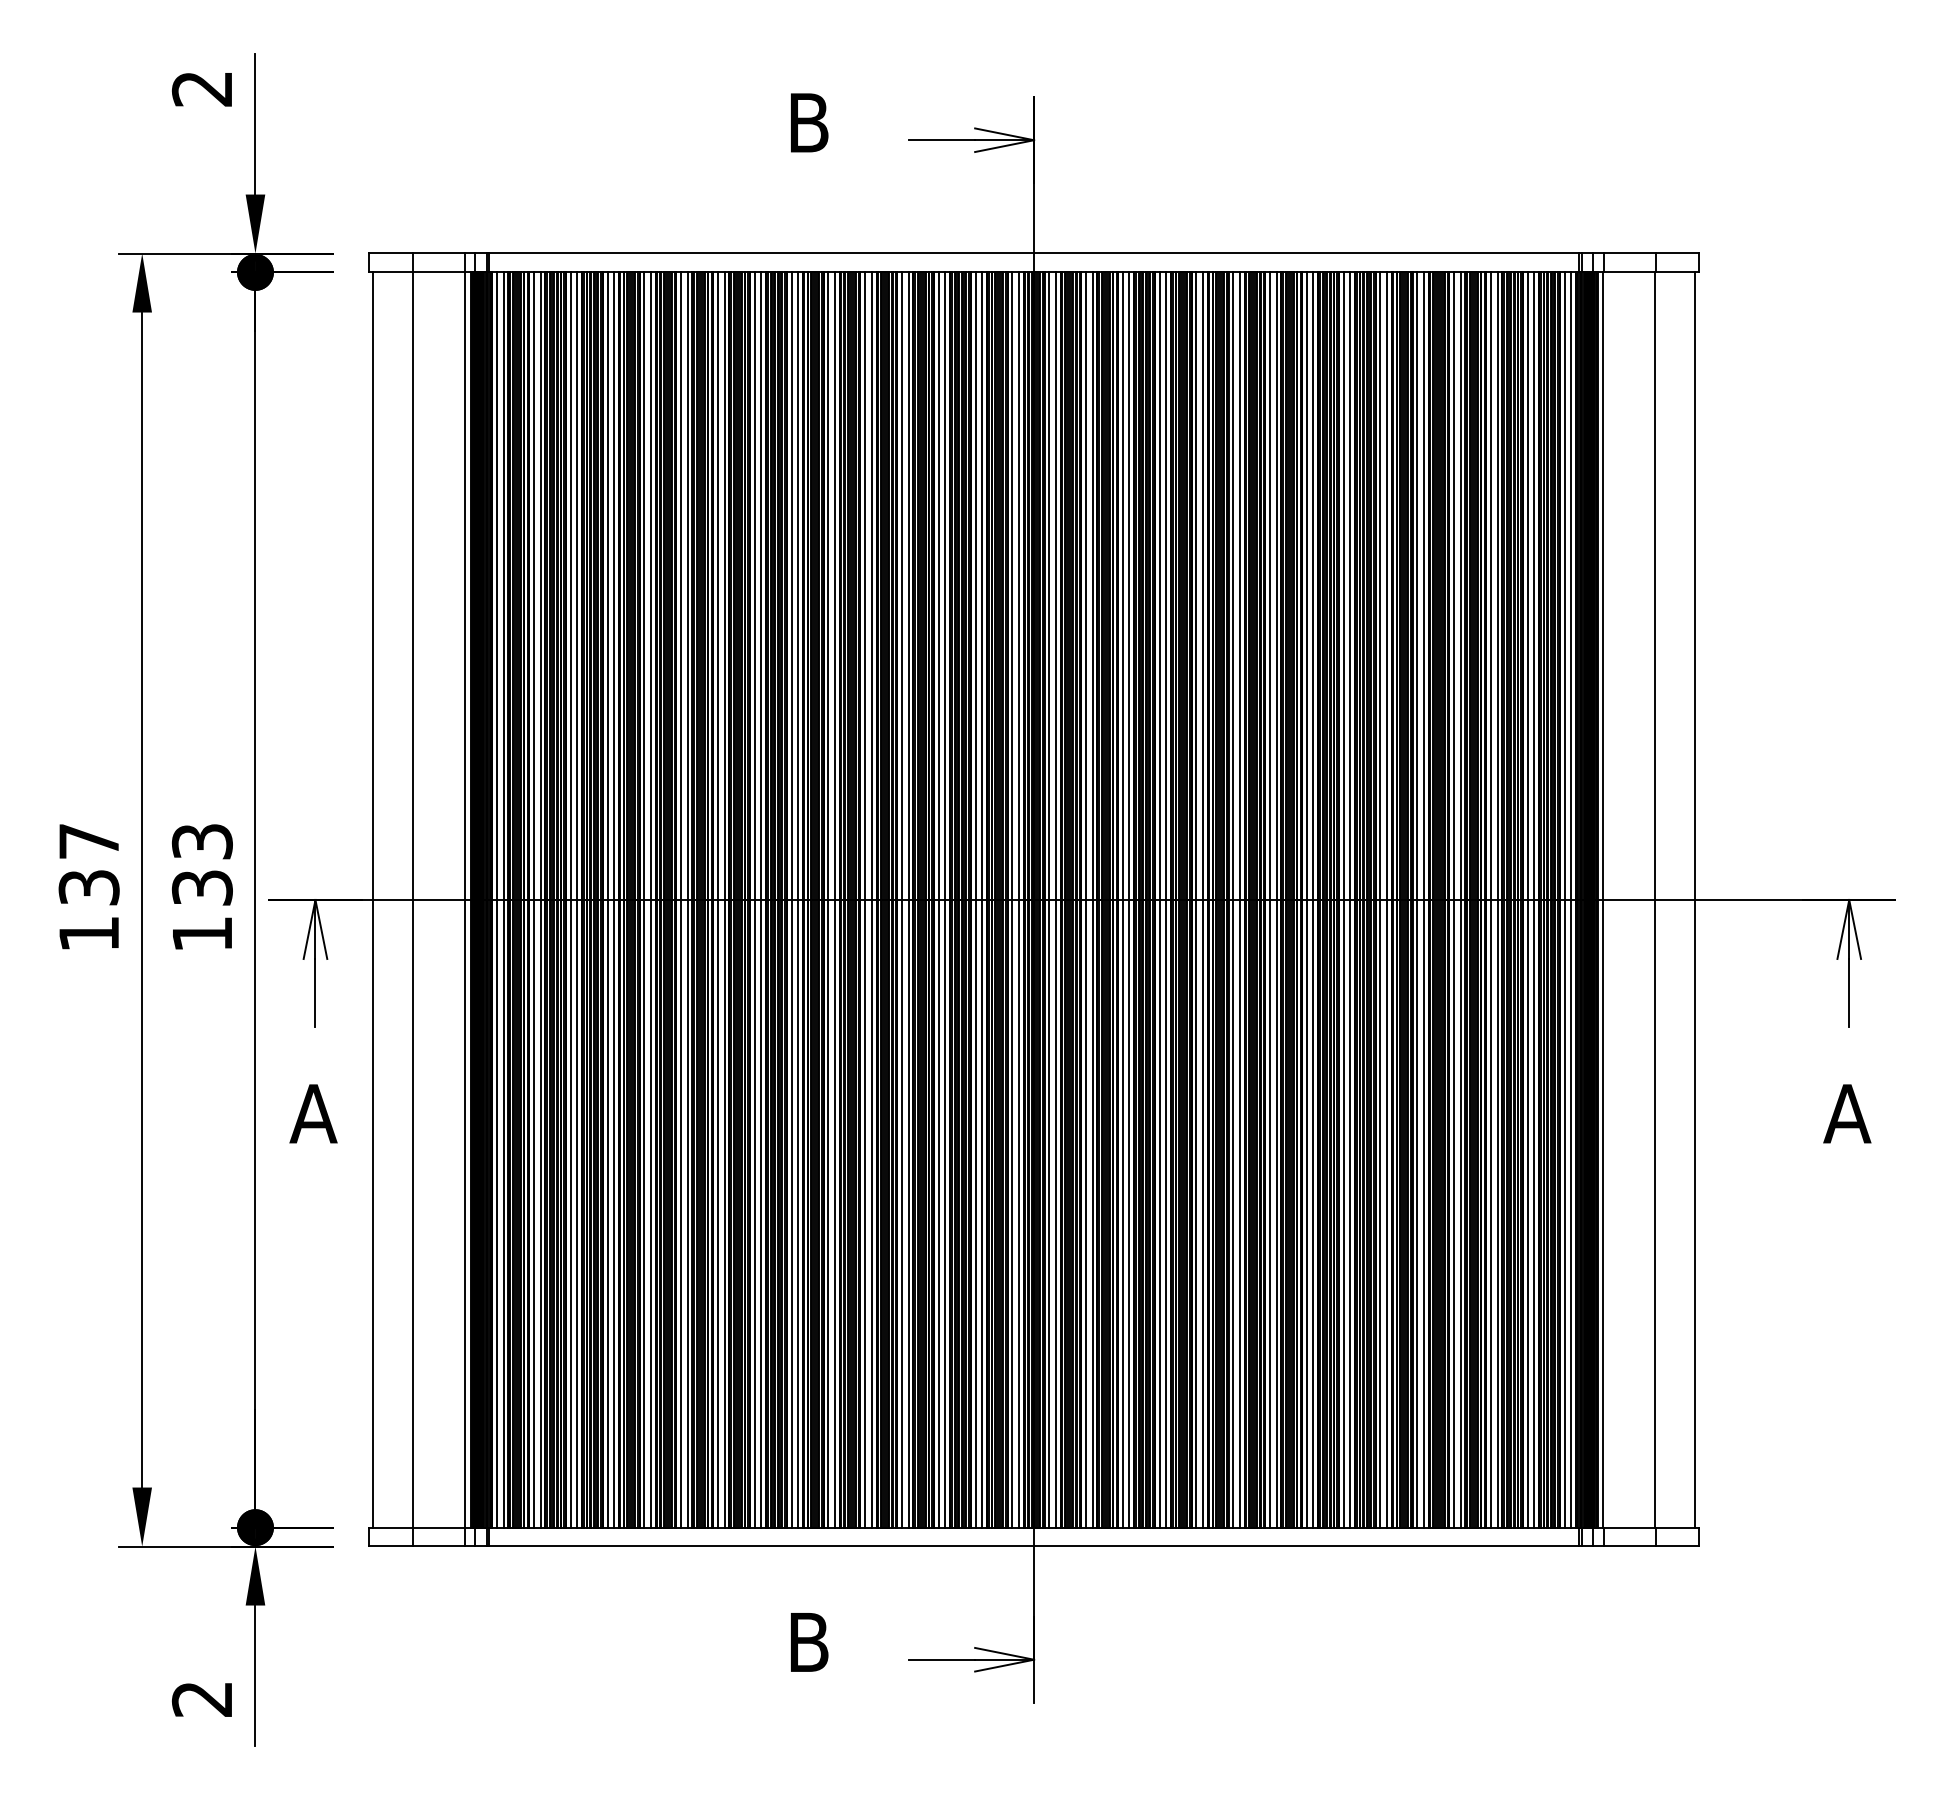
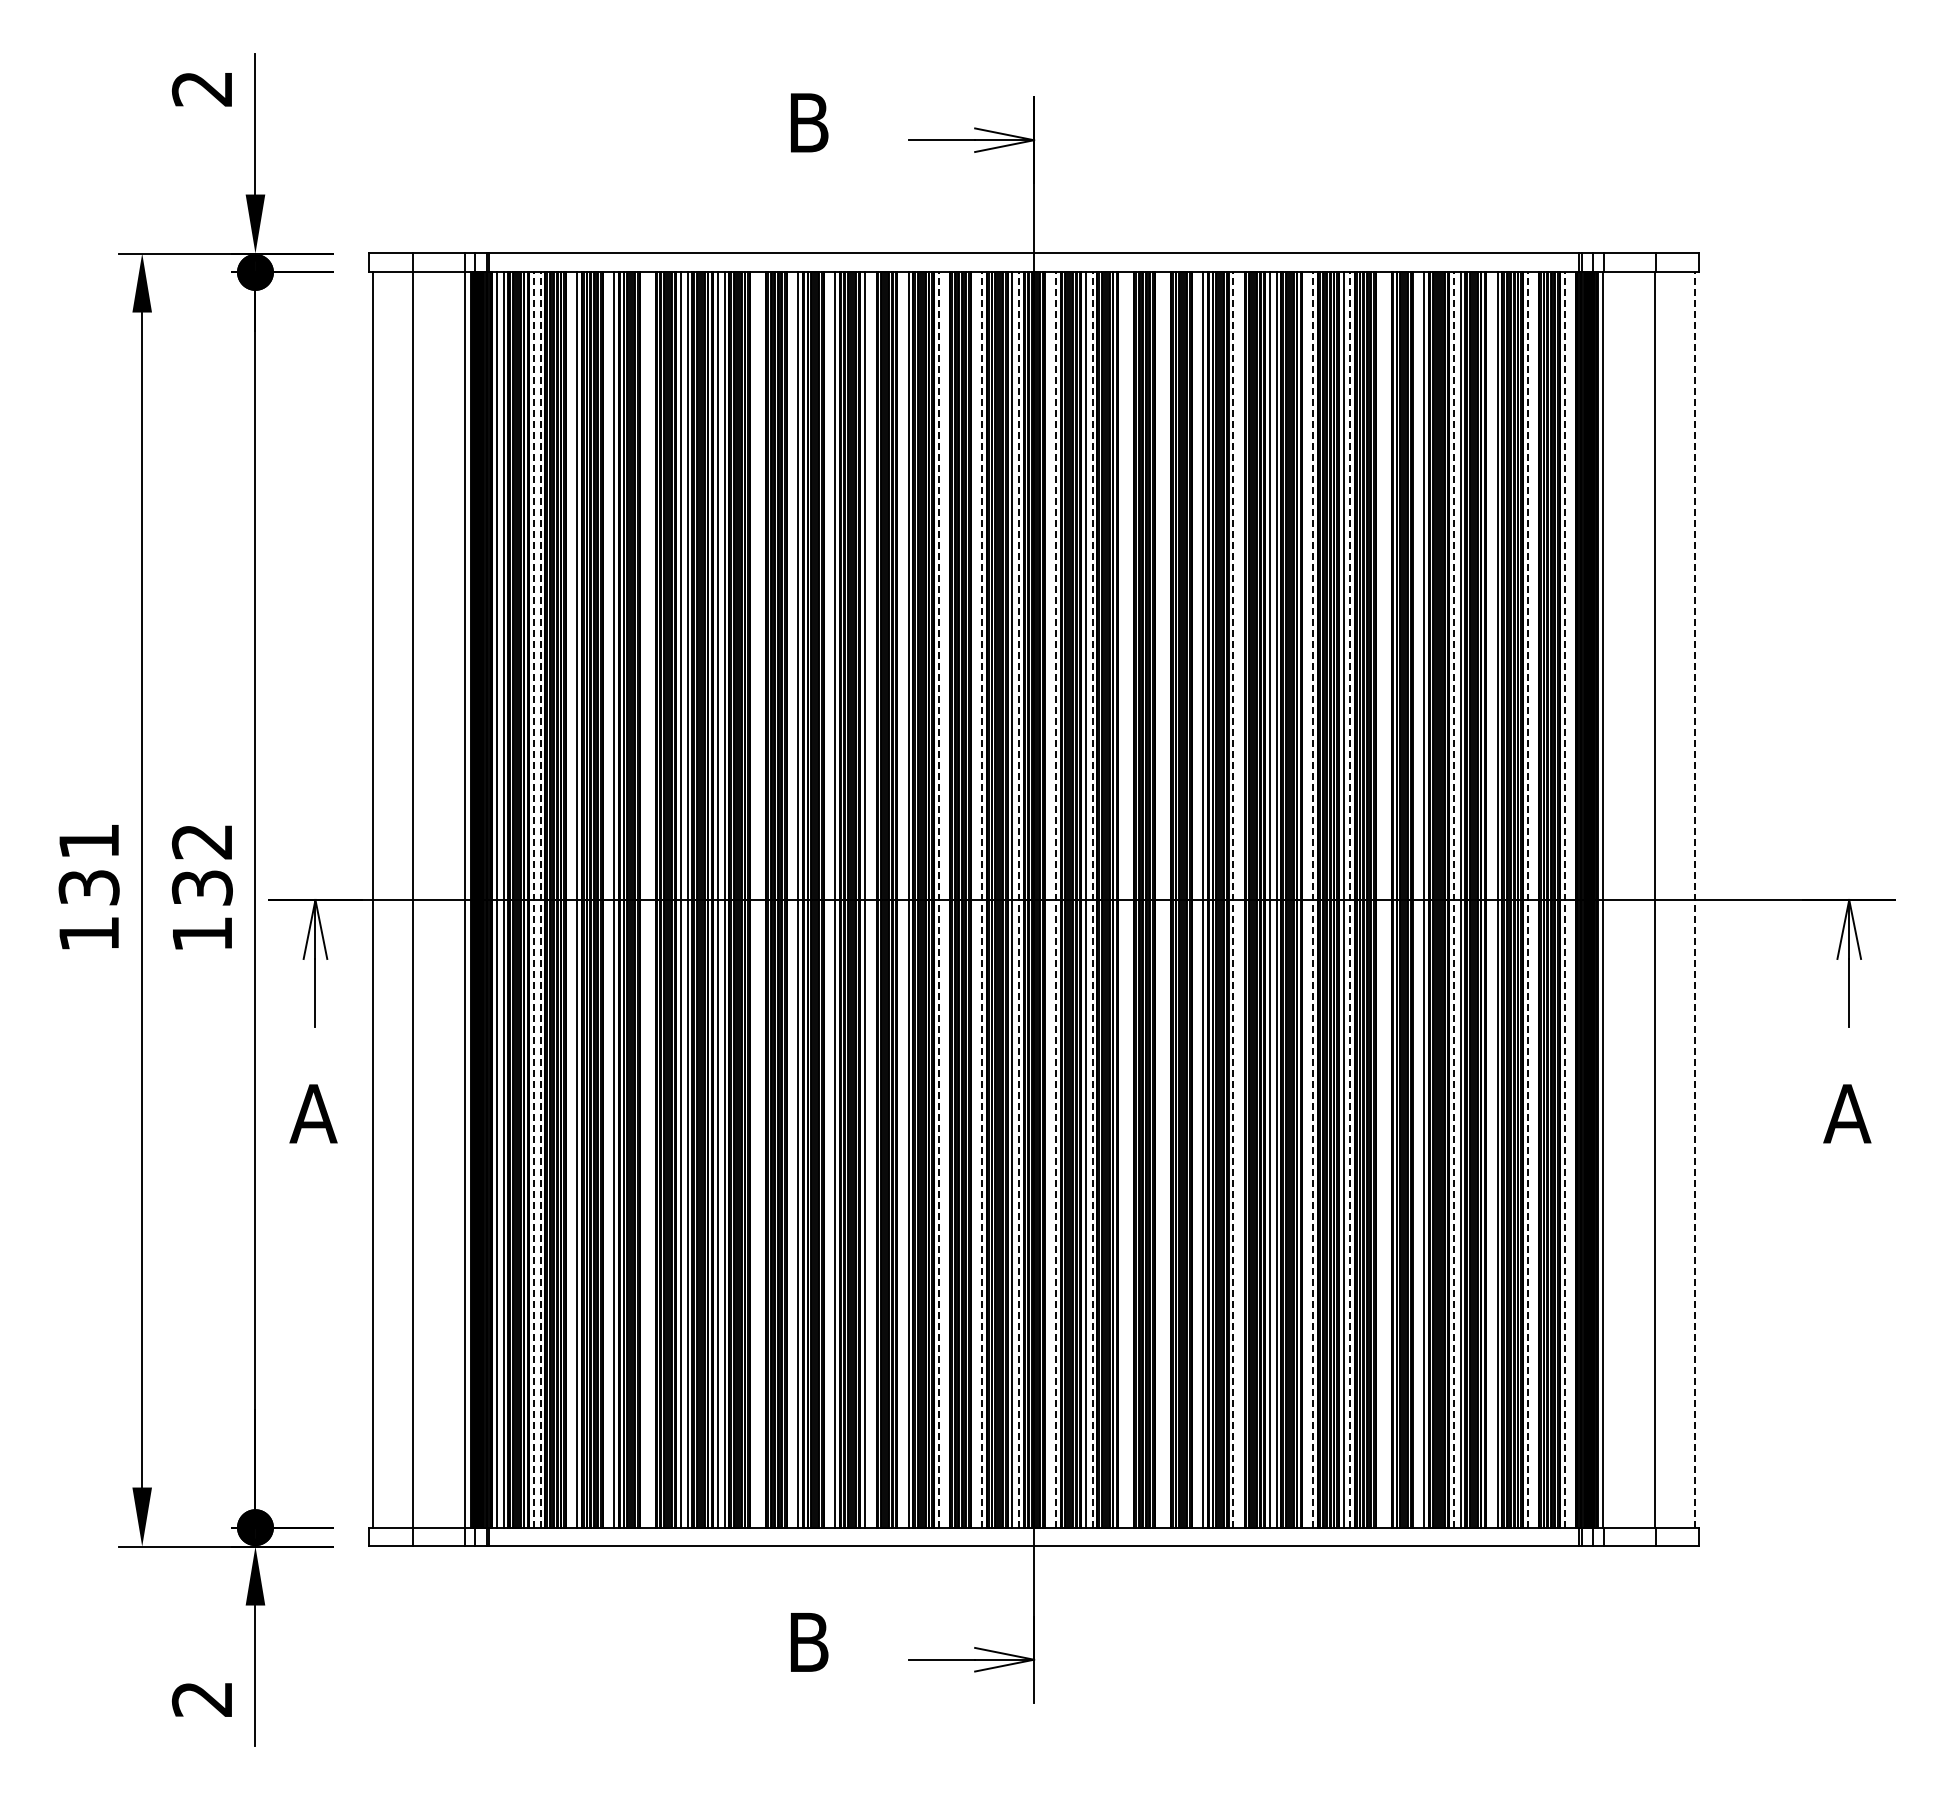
text at (88, 841): 137 -> 131
text at (202, 841): 133 -> 132
line at (533, 899): solid -> dashed
line at (540, 899): solid -> dashed
line at (570, 899): present -> none
line at (607, 899): present -> none
line at (644, 899): present -> none
line at (650, 899): present -> none
line at (754, 899): present -> none
line at (761, 899): present -> none
line at (791, 899): present -> none
line at (828, 899): present -> none
line at (871, 899): present -> none
line at (901, 899): present -> none
line at (938, 899): solid -> dashed
line at (945, 899): present -> none
line at (975, 899): present -> none
line at (982, 899): solid -> dashed
line at (1019, 899): solid -> dashed
line at (1049, 899): present -> none
line at (1055, 899): solid -> dashed
line at (1092, 899): solid -> dashed
line at (1122, 899): present -> none
line at (1129, 899): present -> none
line at (1159, 899): present -> none
line at (1166, 899): present -> none
line at (1196, 899): present -> none
line at (1233, 899): solid -> dashed
line at (1239, 899): present -> none
line at (1306, 899): present -> none
line at (1313, 899): solid -> dashed
line at (1350, 899): solid -> dashed
line at (1380, 899): present -> none
line at (1387, 899): present -> none
line at (1417, 899): present -> none
line at (1454, 899): solid -> dashed
line at (1490, 899): present -> none
line at (1527, 899): solid -> dashed
line at (1534, 899): present -> none
line at (1564, 899): solid -> dashed
line at (1571, 899): present -> none
line at (1694, 899): solid -> dashed
